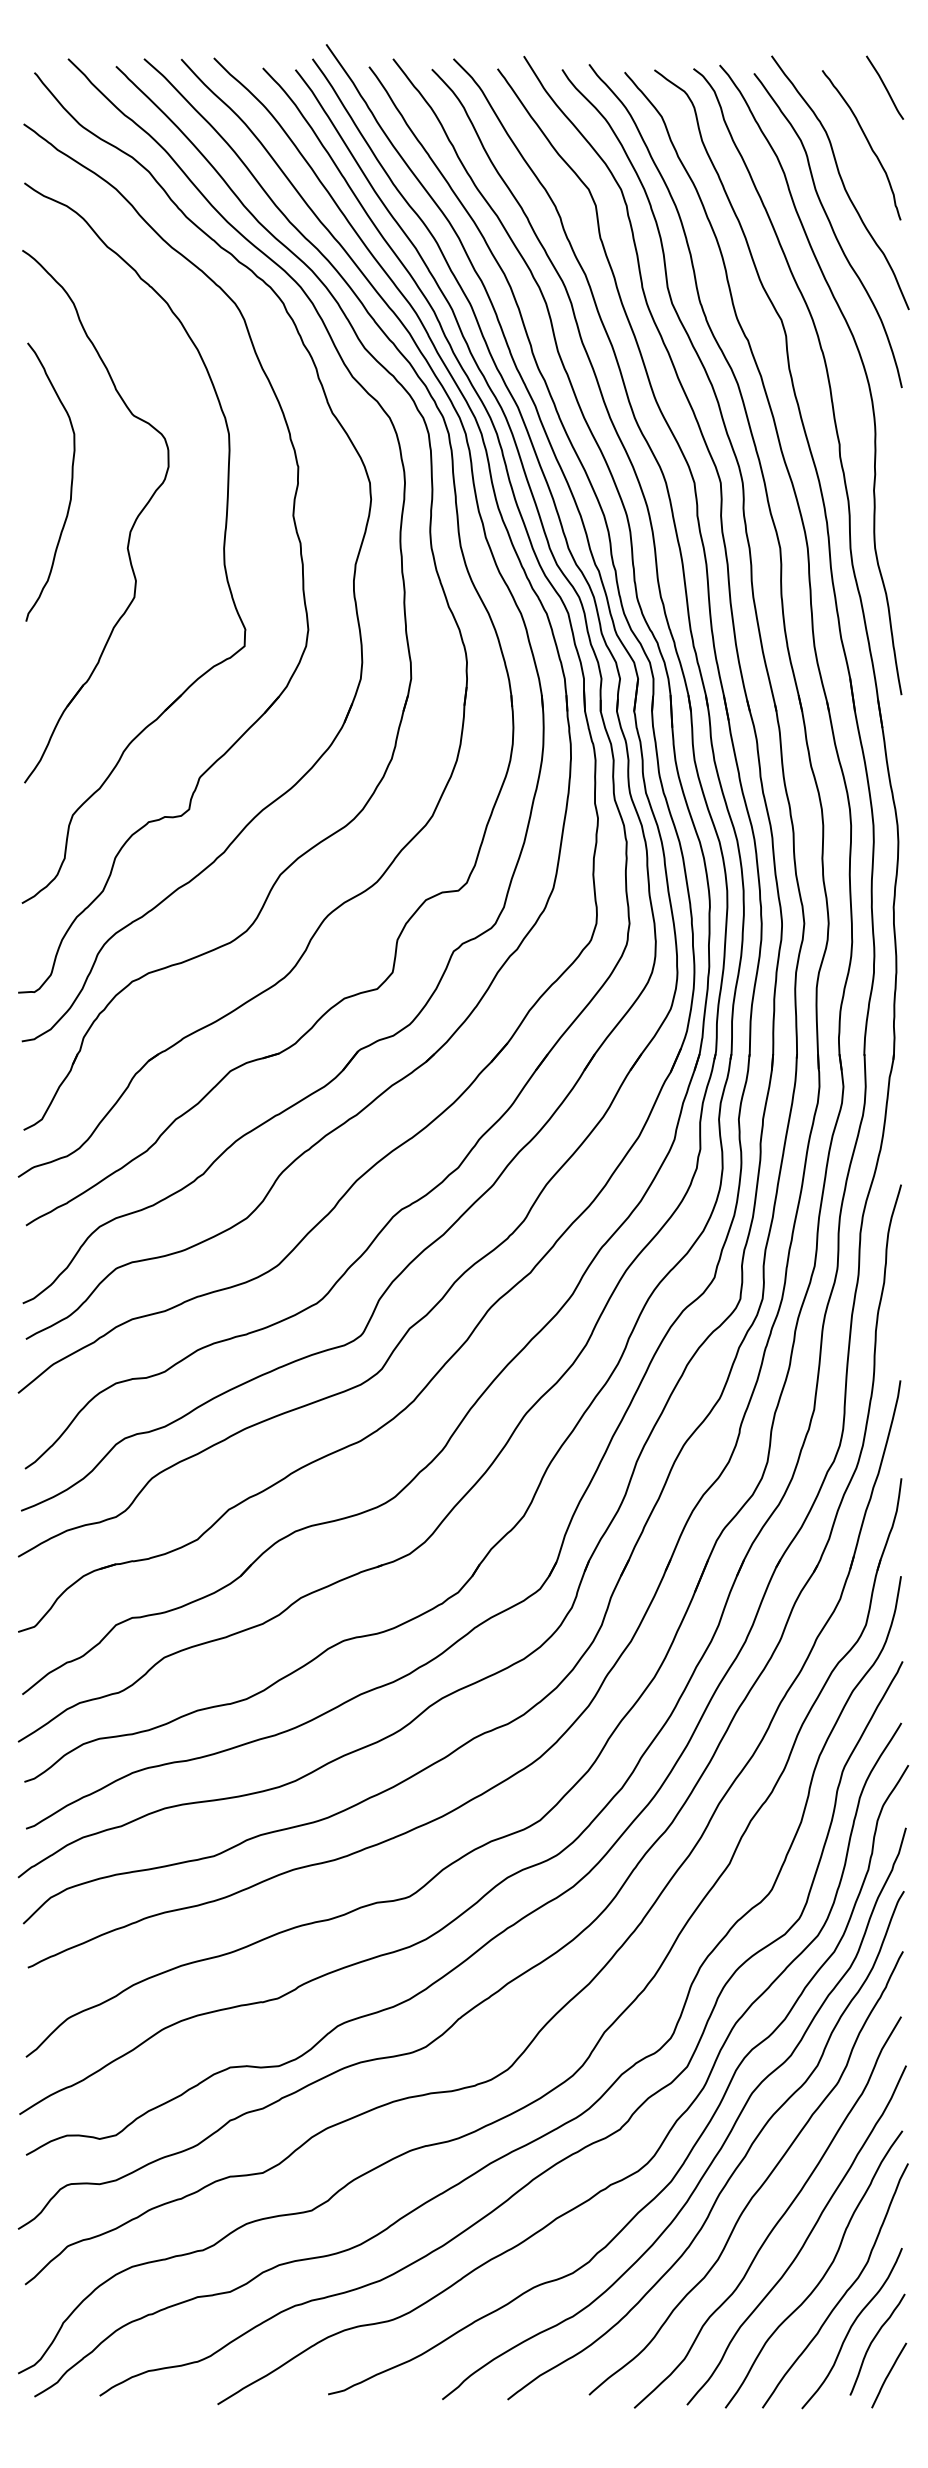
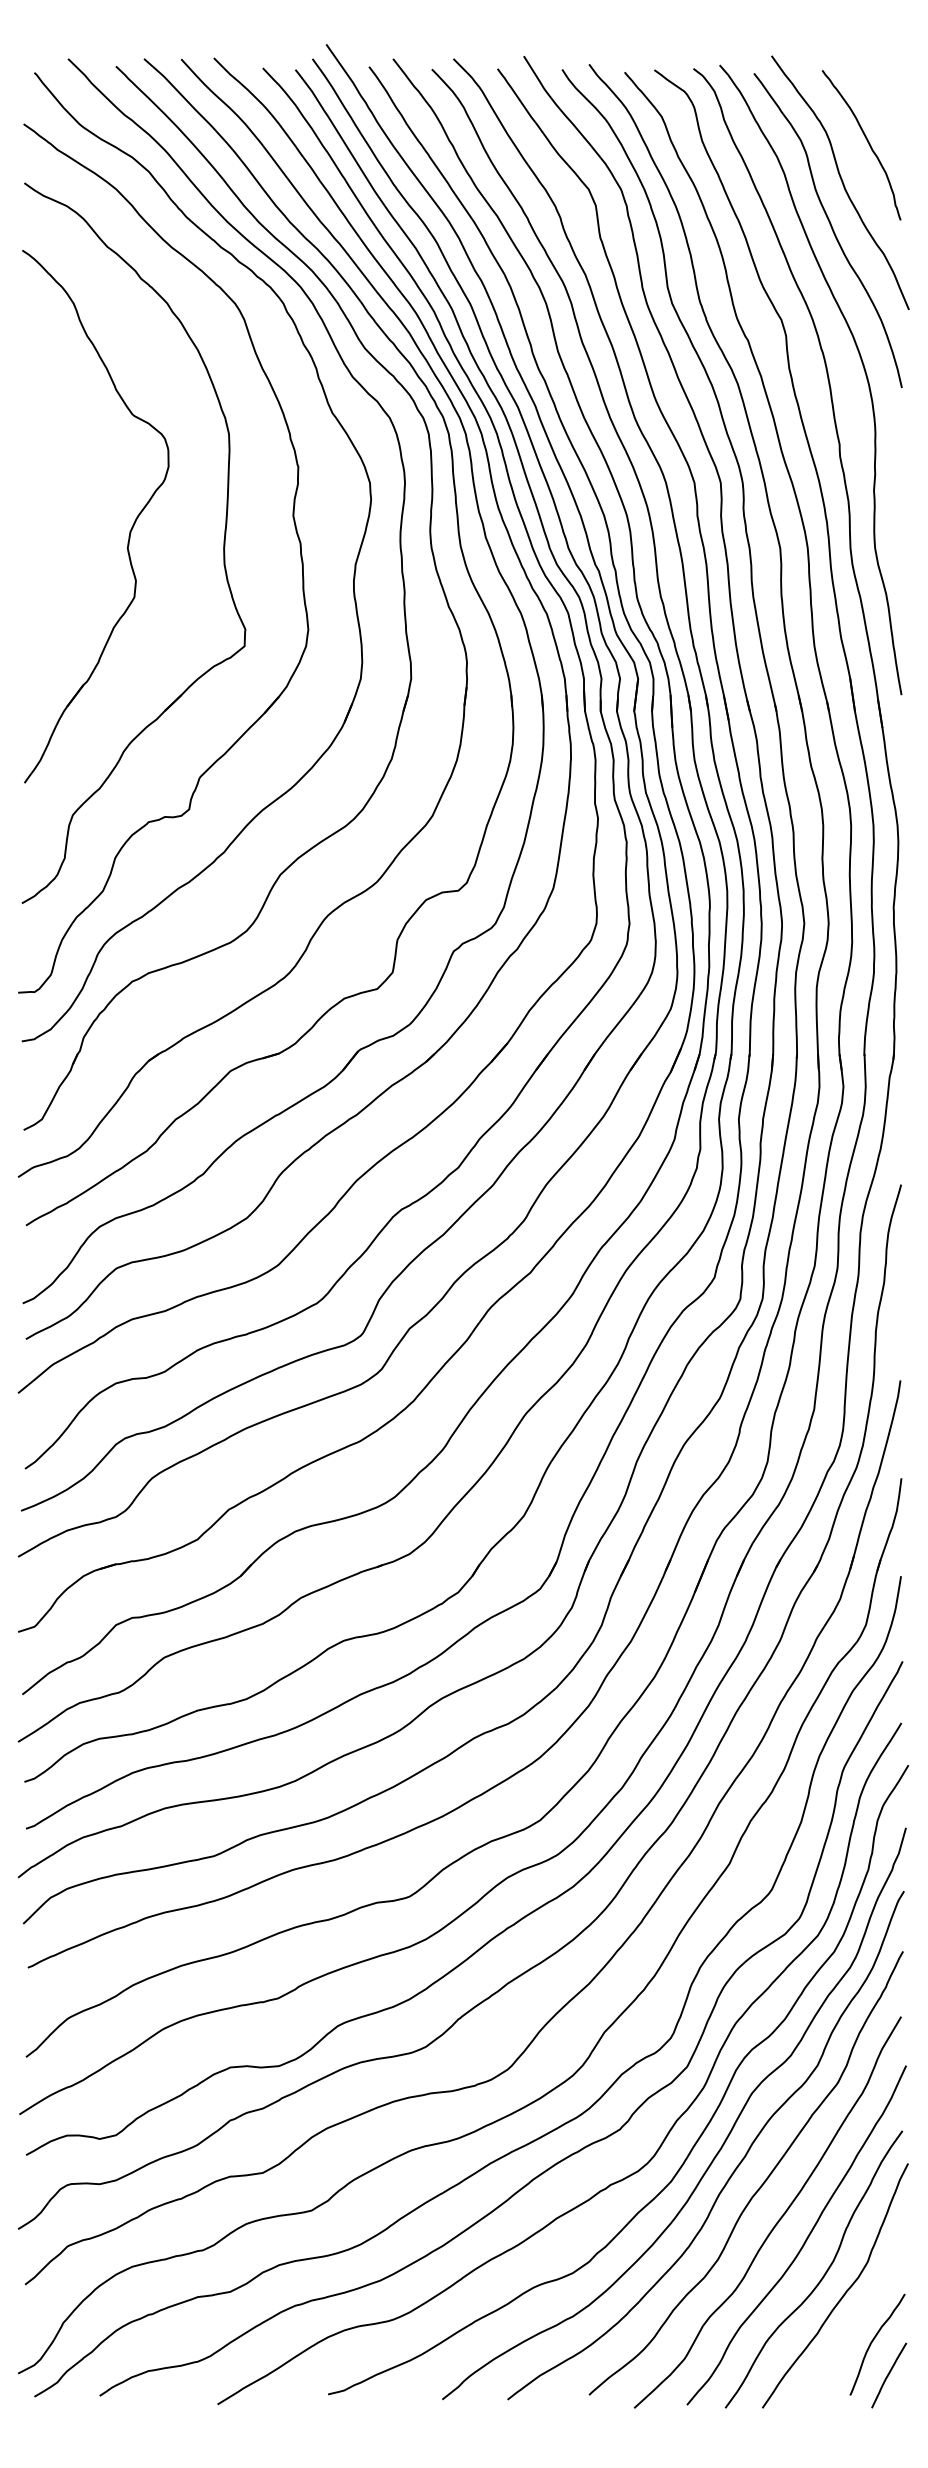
curve at (884, 87): present -> none
curve at (70, 484): present -> none
curve at (851, 2328): present -> none
